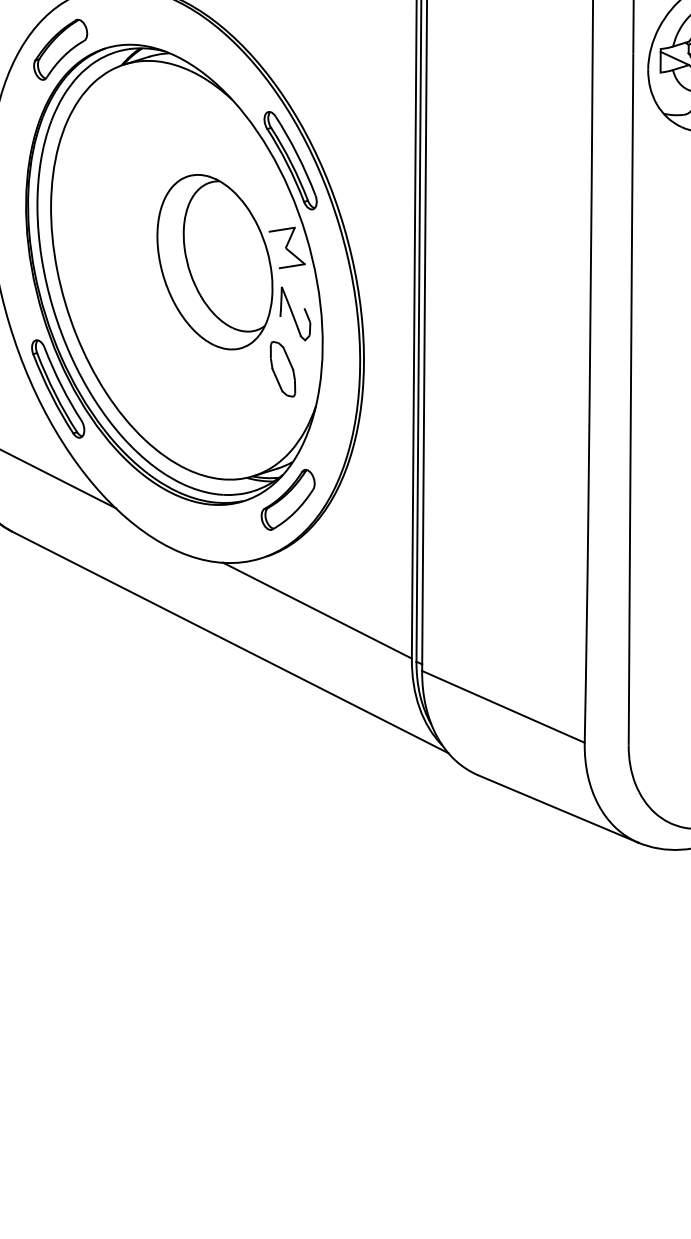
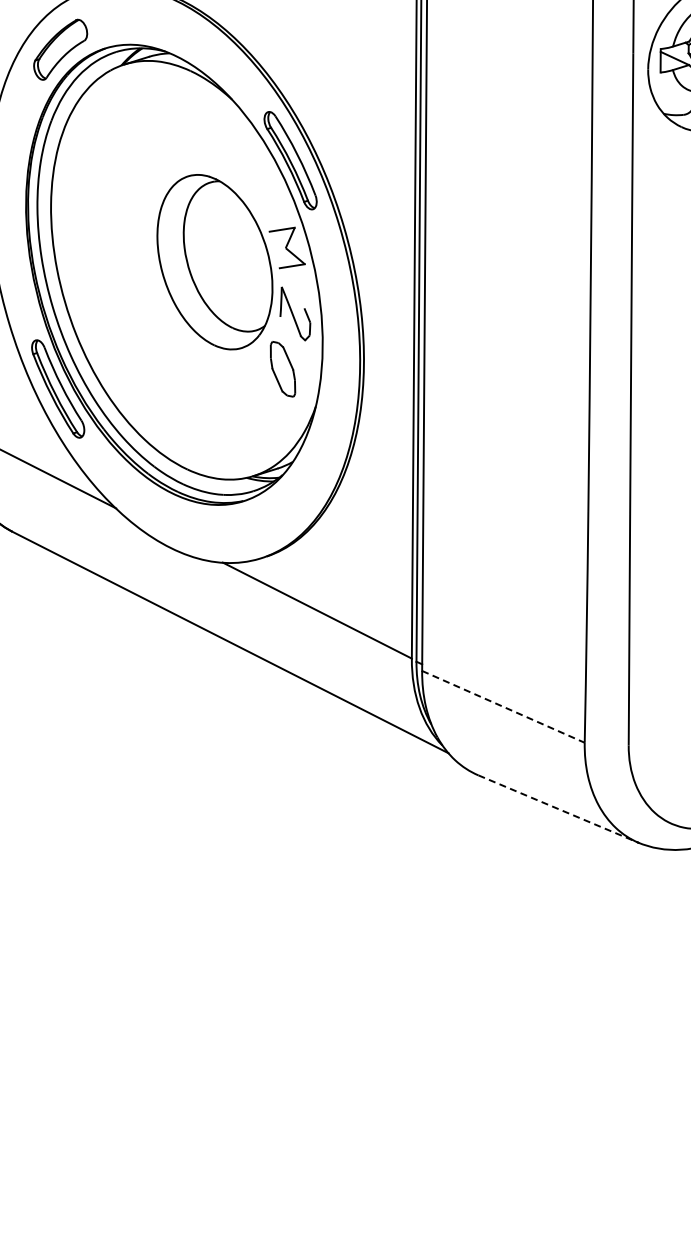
part at (287, 499): present -> none
line at (503, 706): solid -> dashed
line at (558, 809): solid -> dashed
